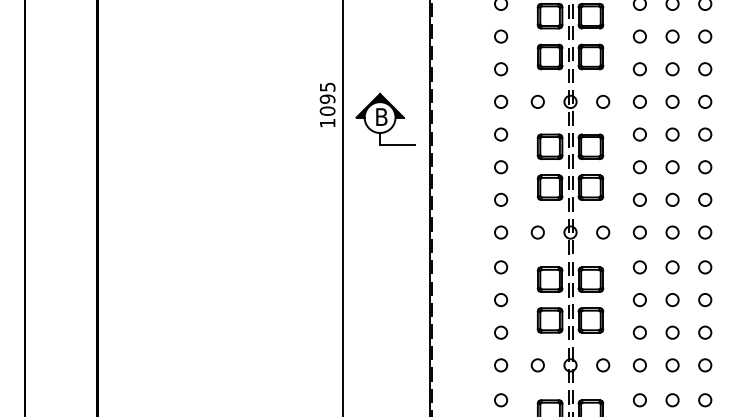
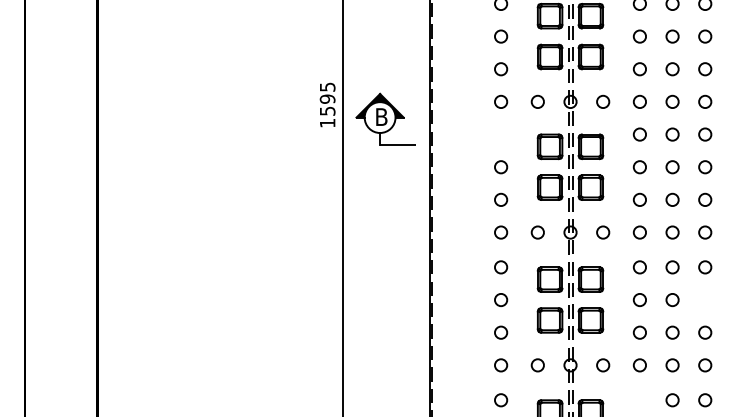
text at (327, 110): 1095 -> 1595
circle at (501, 134): present -> none
circle at (705, 300): present -> none
circle at (639, 400): present -> none
